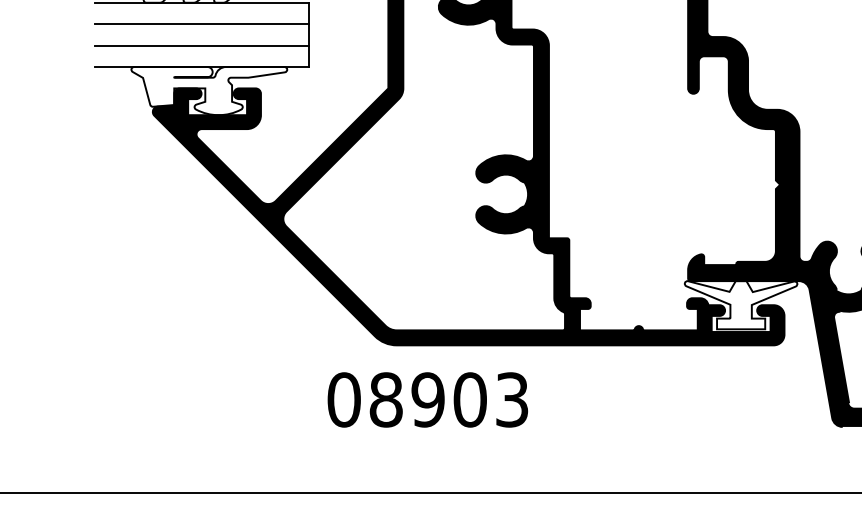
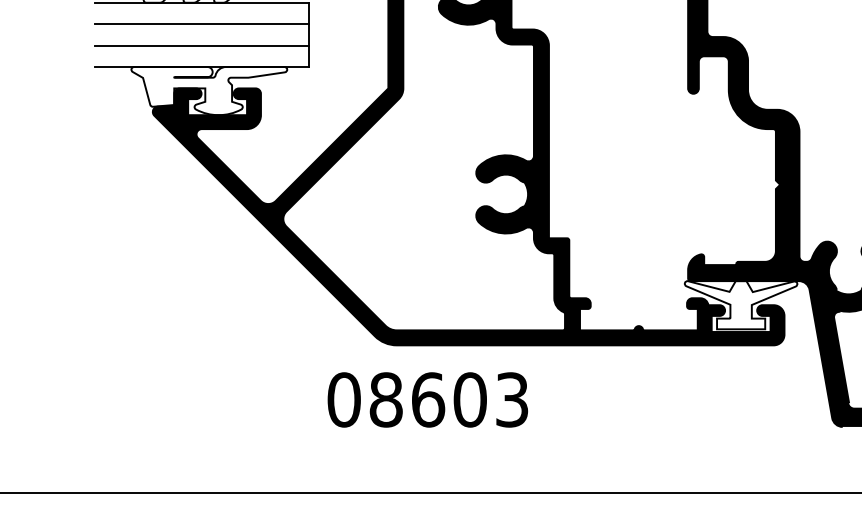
text at (428, 399): 08903 -> 08603
